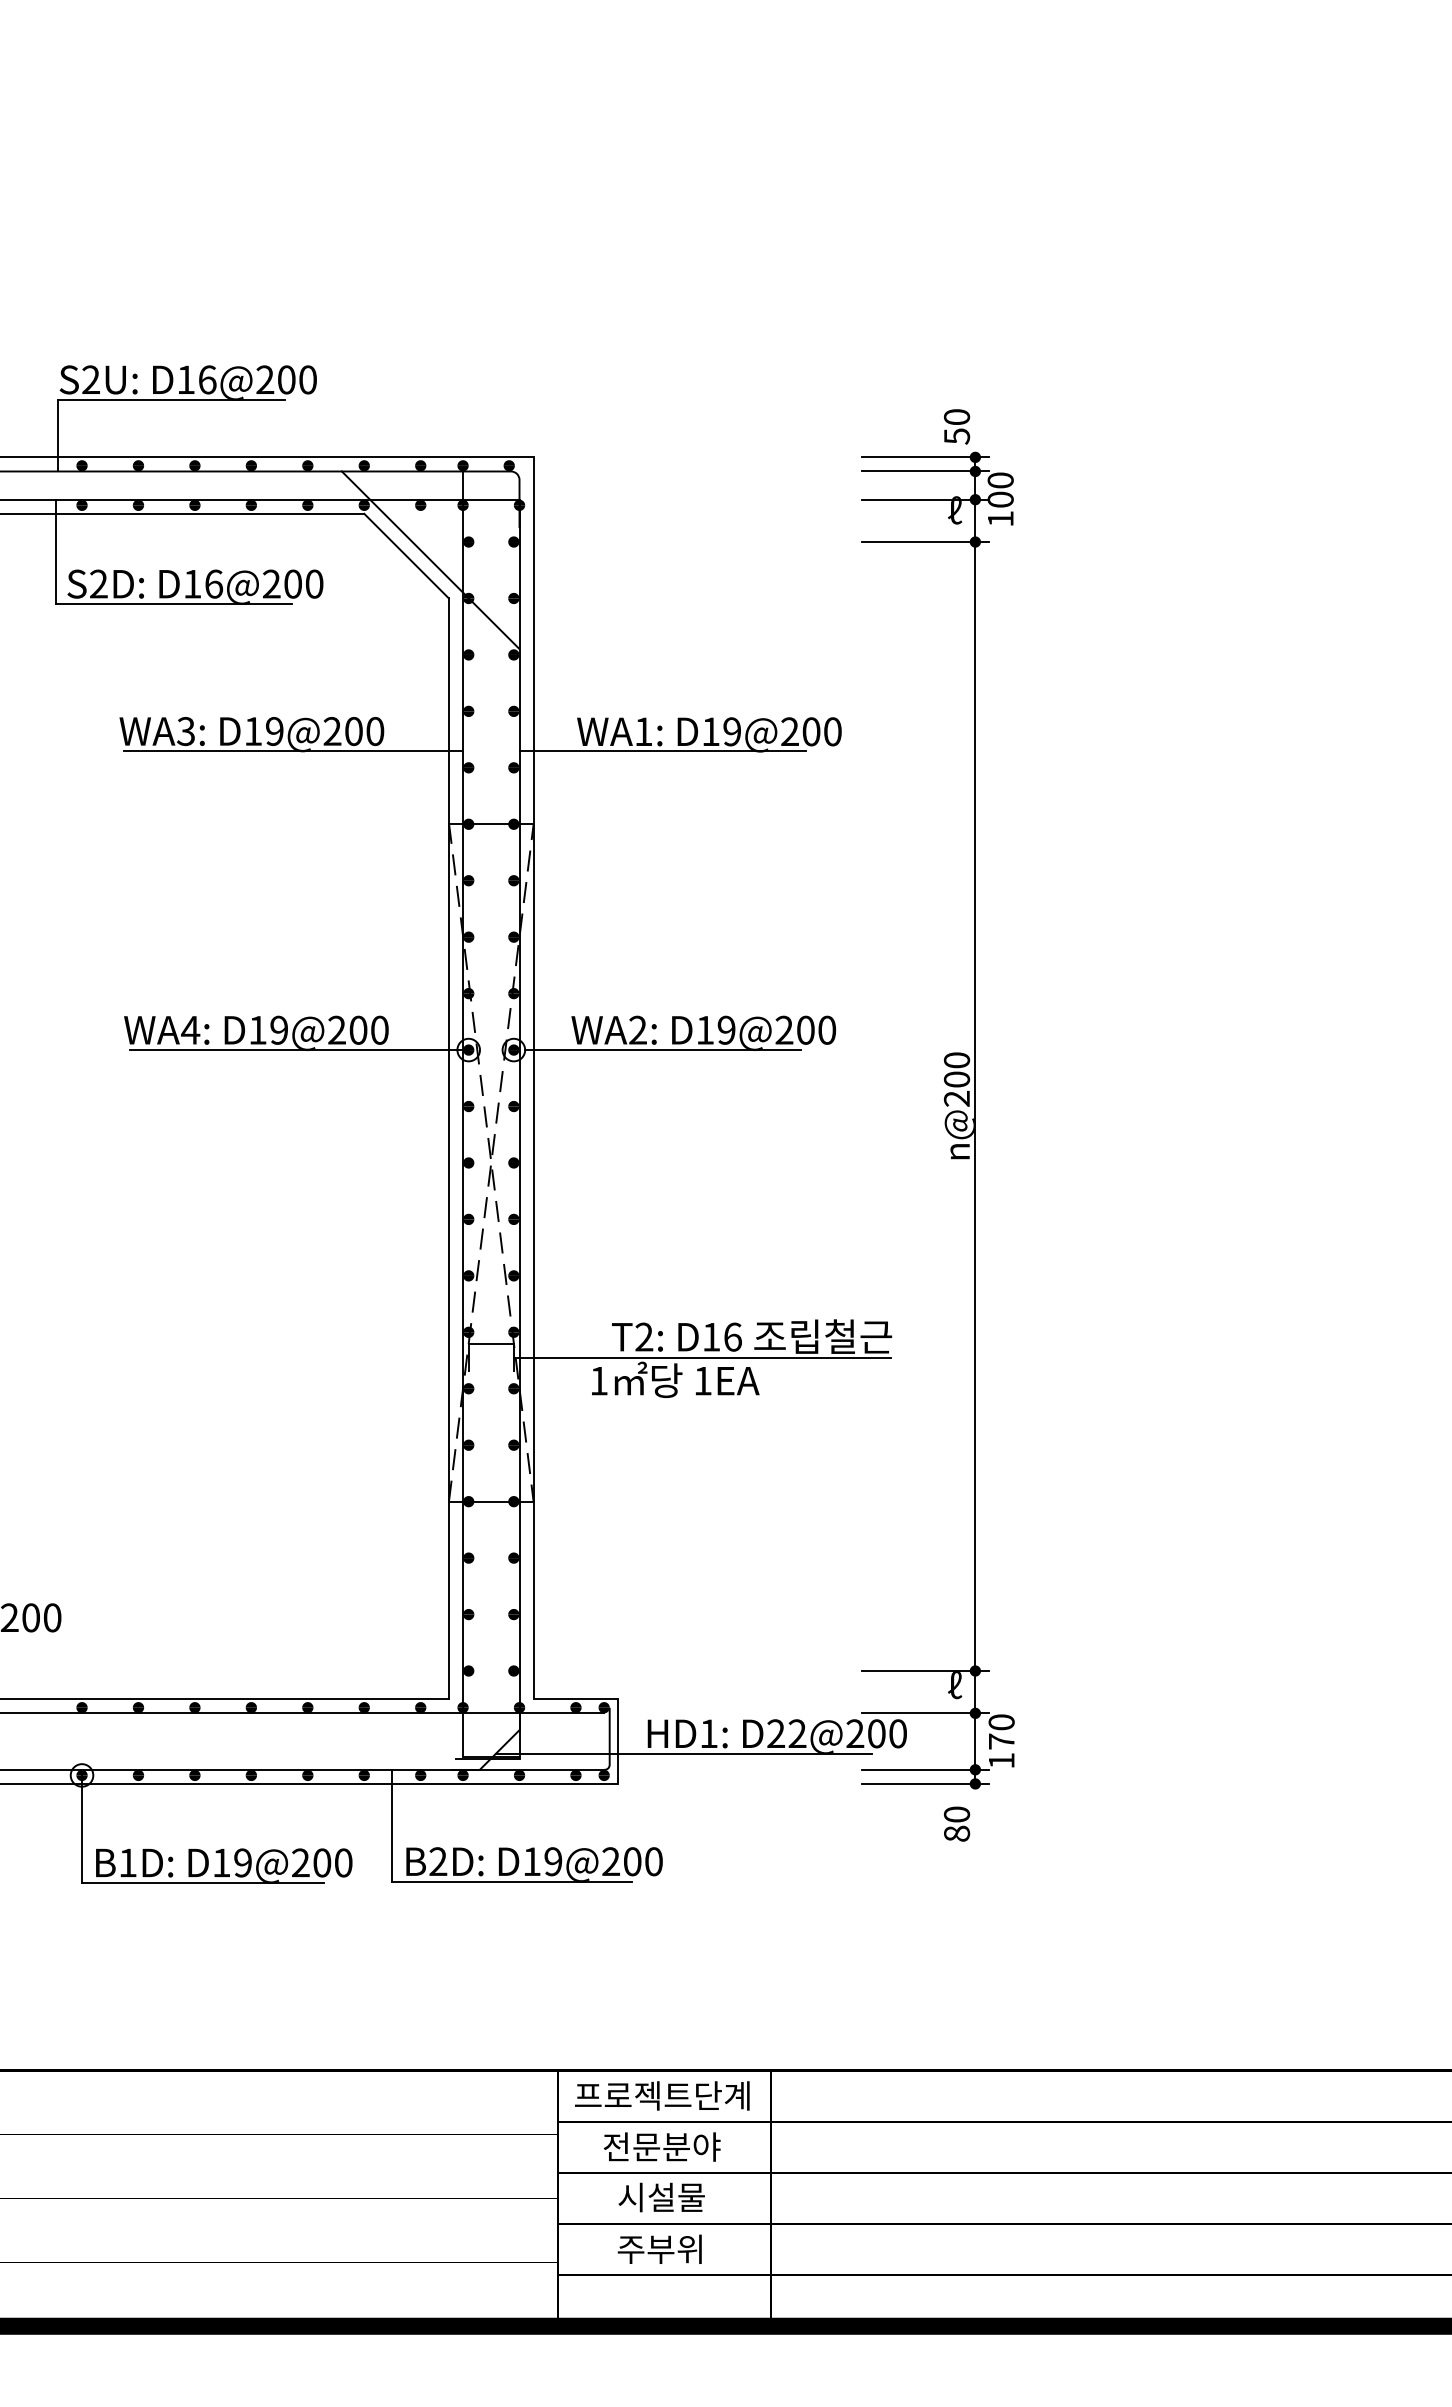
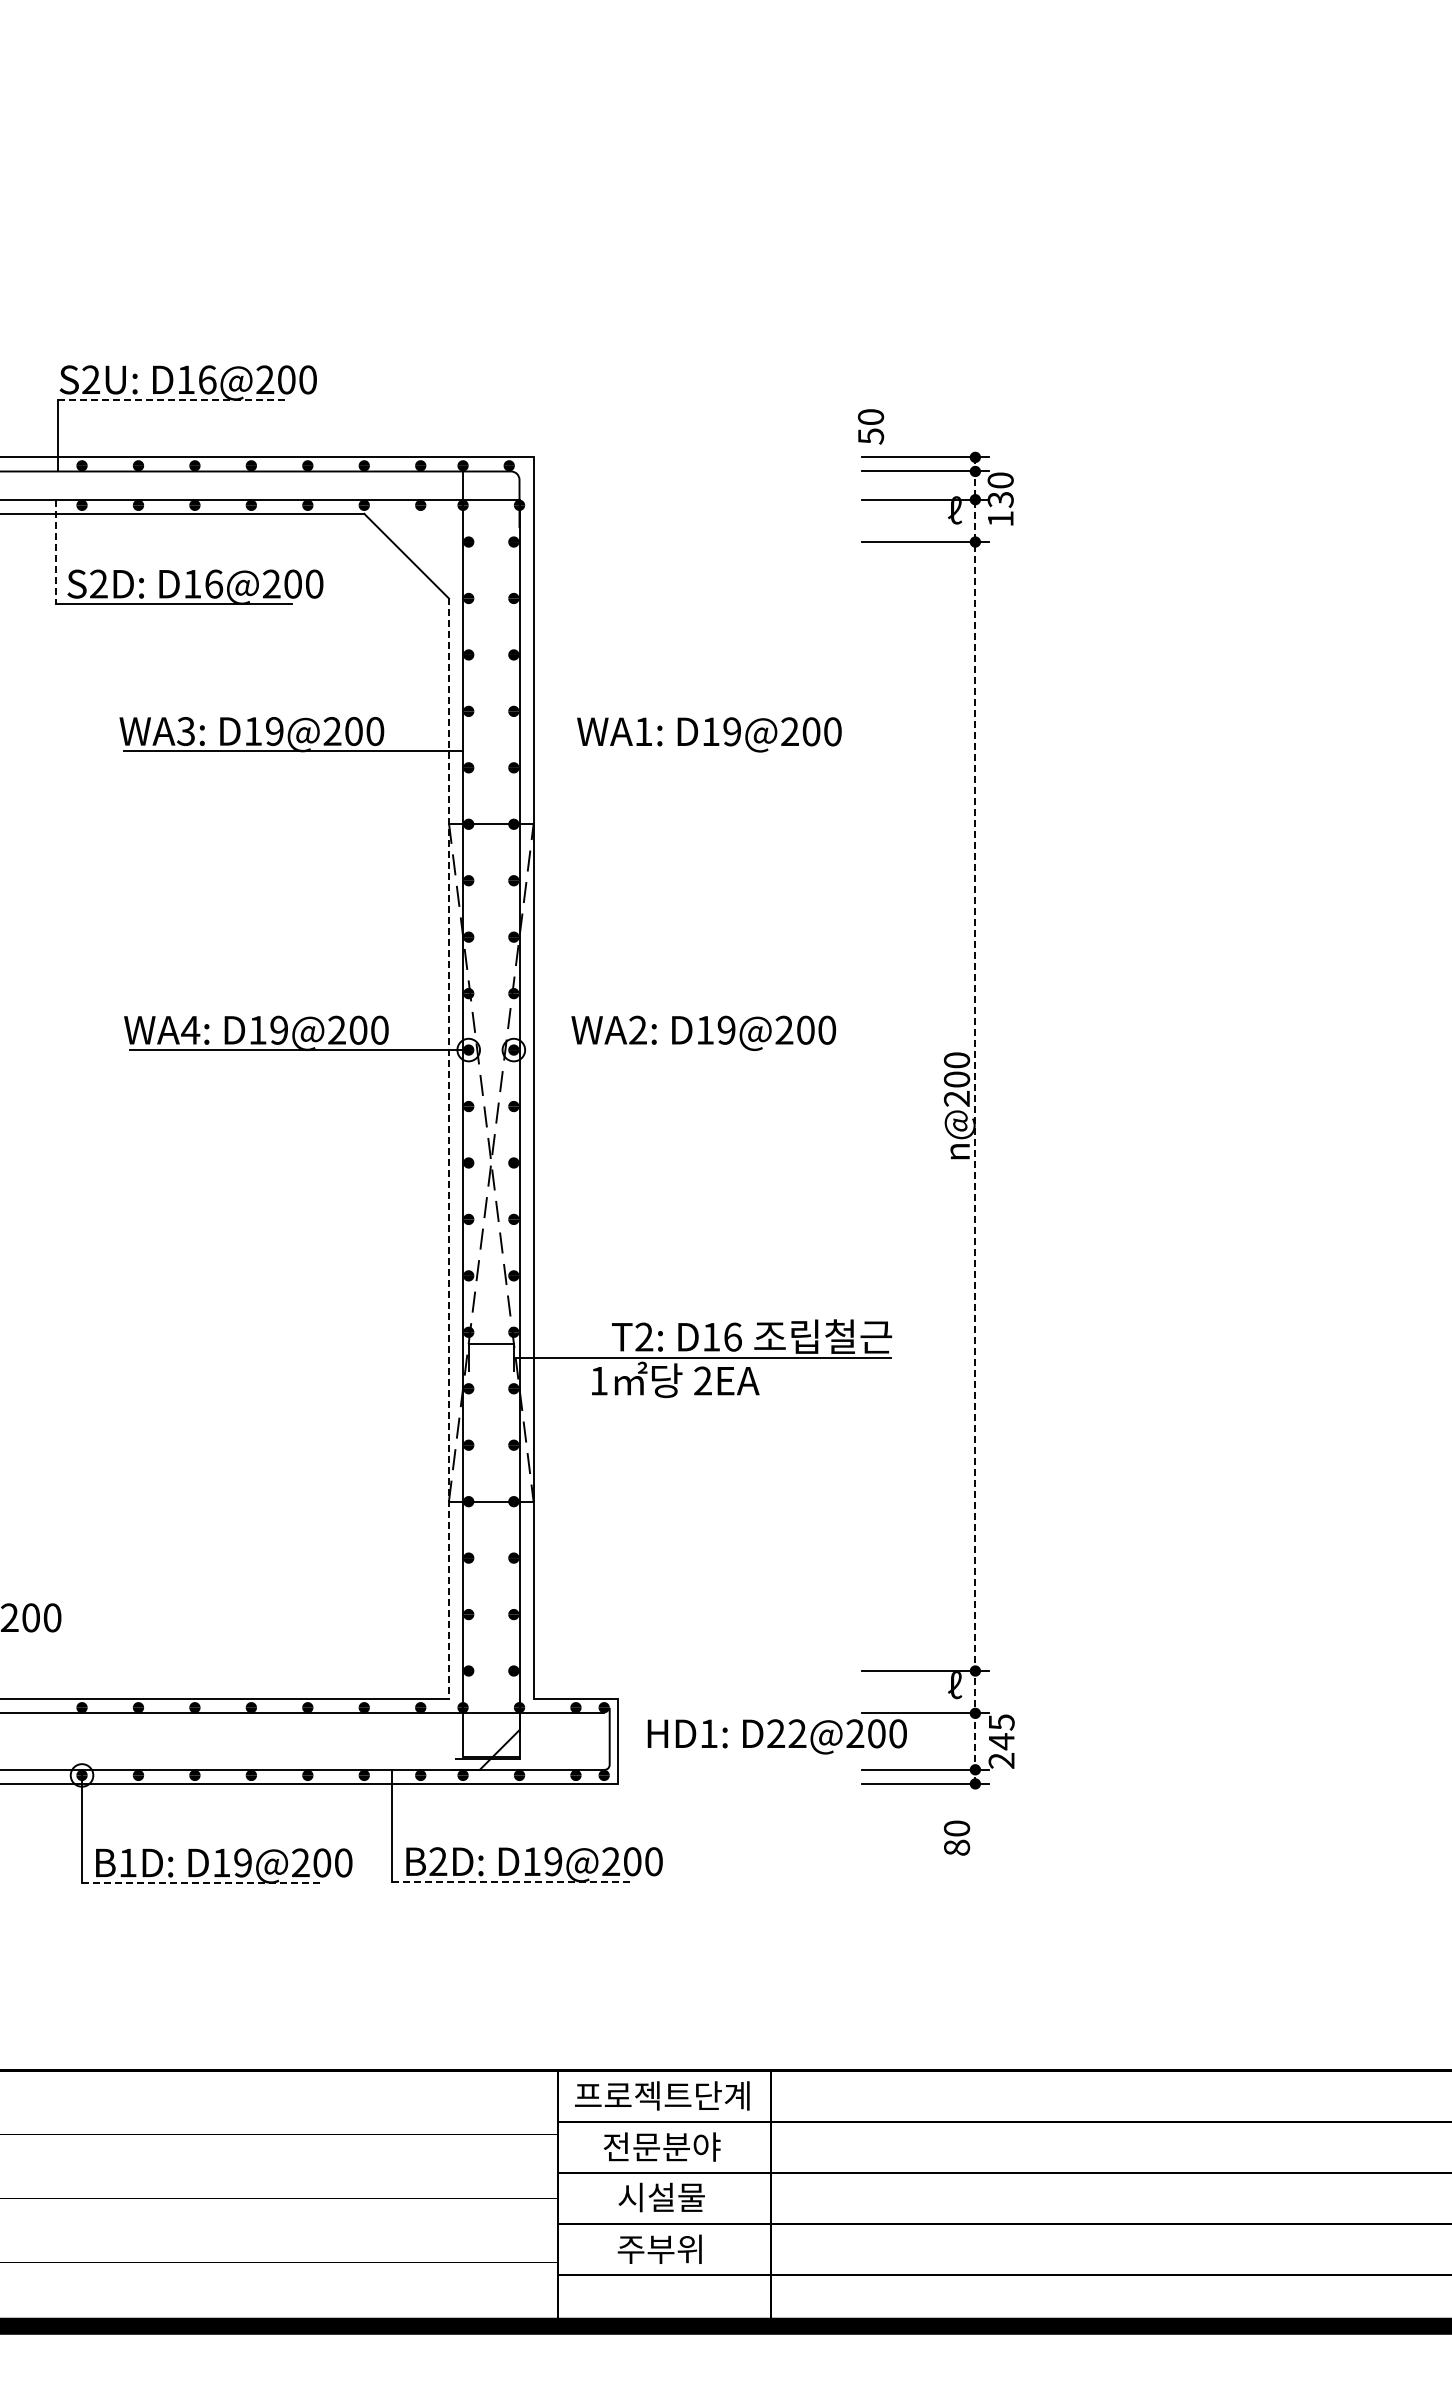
line at (171, 399): solid -> dashed
text at (957, 426) position: (957, 426) -> (871, 426)
text at (1000, 499): 100 -> 130
line at (55, 552): solid -> dashed
line at (430, 560): present -> none
line at (662, 751): present -> none
line at (662, 1049): present -> none
line at (975, 1120): solid -> dashed
line at (448, 1149): solid -> dashed
text at (702, 1380): 1EA -> 2EA
text at (1001, 1741): 170 -> 245
line at (684, 1753): present -> none
text at (957, 1823) position: (957, 1823) -> (957, 1837)
line at (512, 1881): solid -> dashed
line at (202, 1882): solid -> dashed
